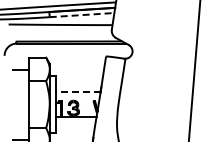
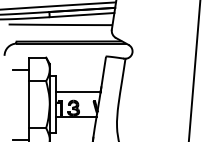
line at (82, 15): dashed -> solid
line at (77, 92): dashed -> solid
